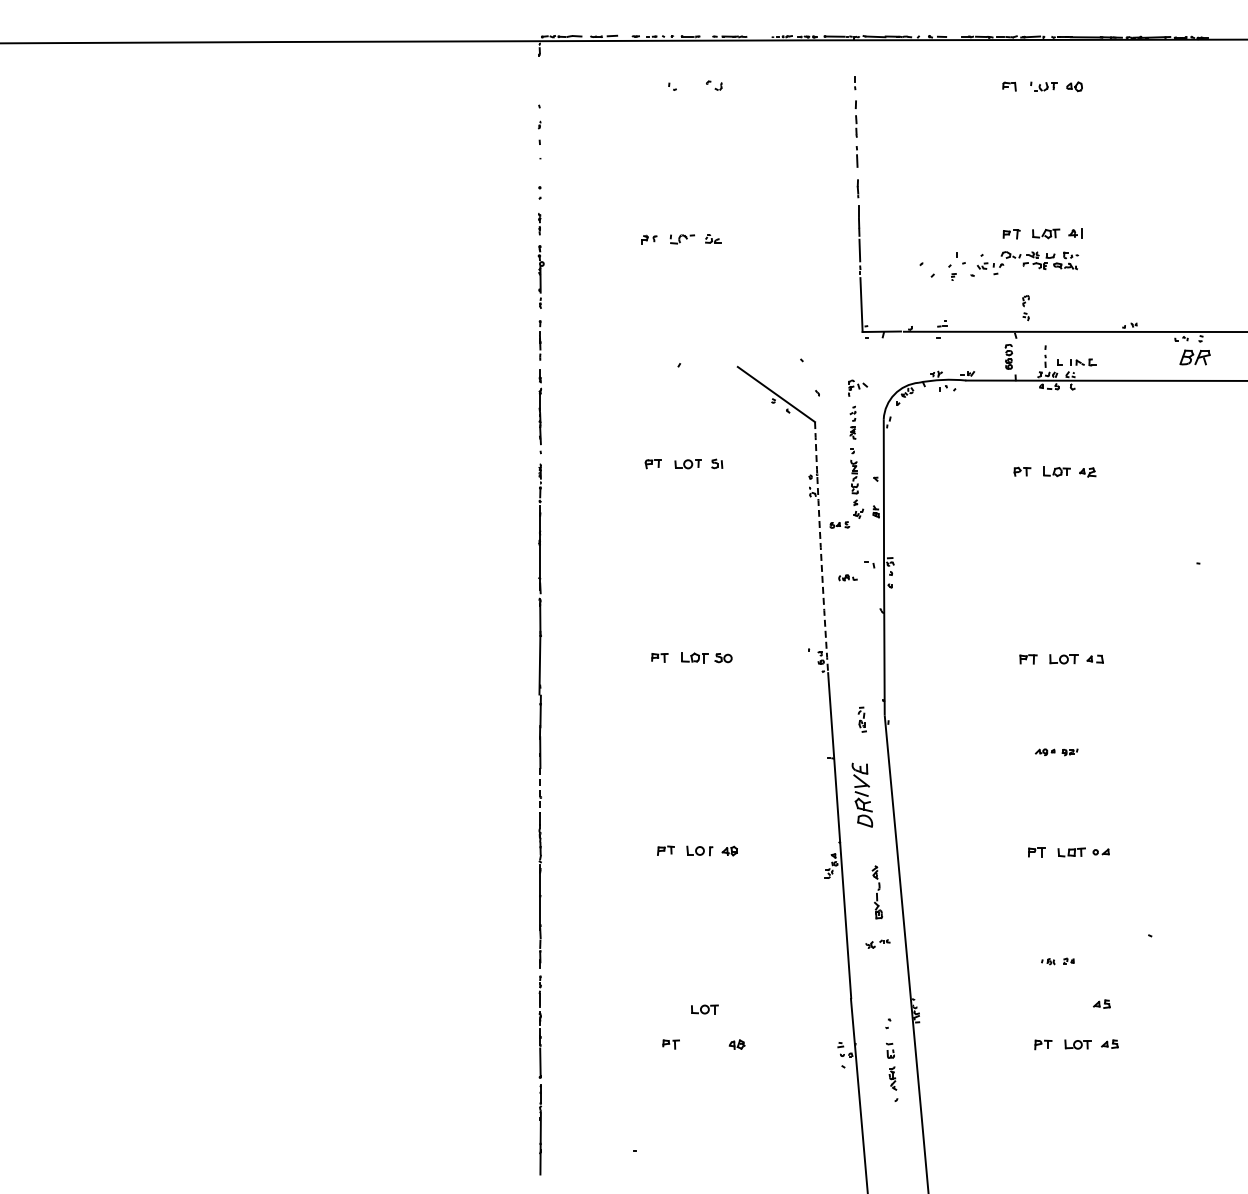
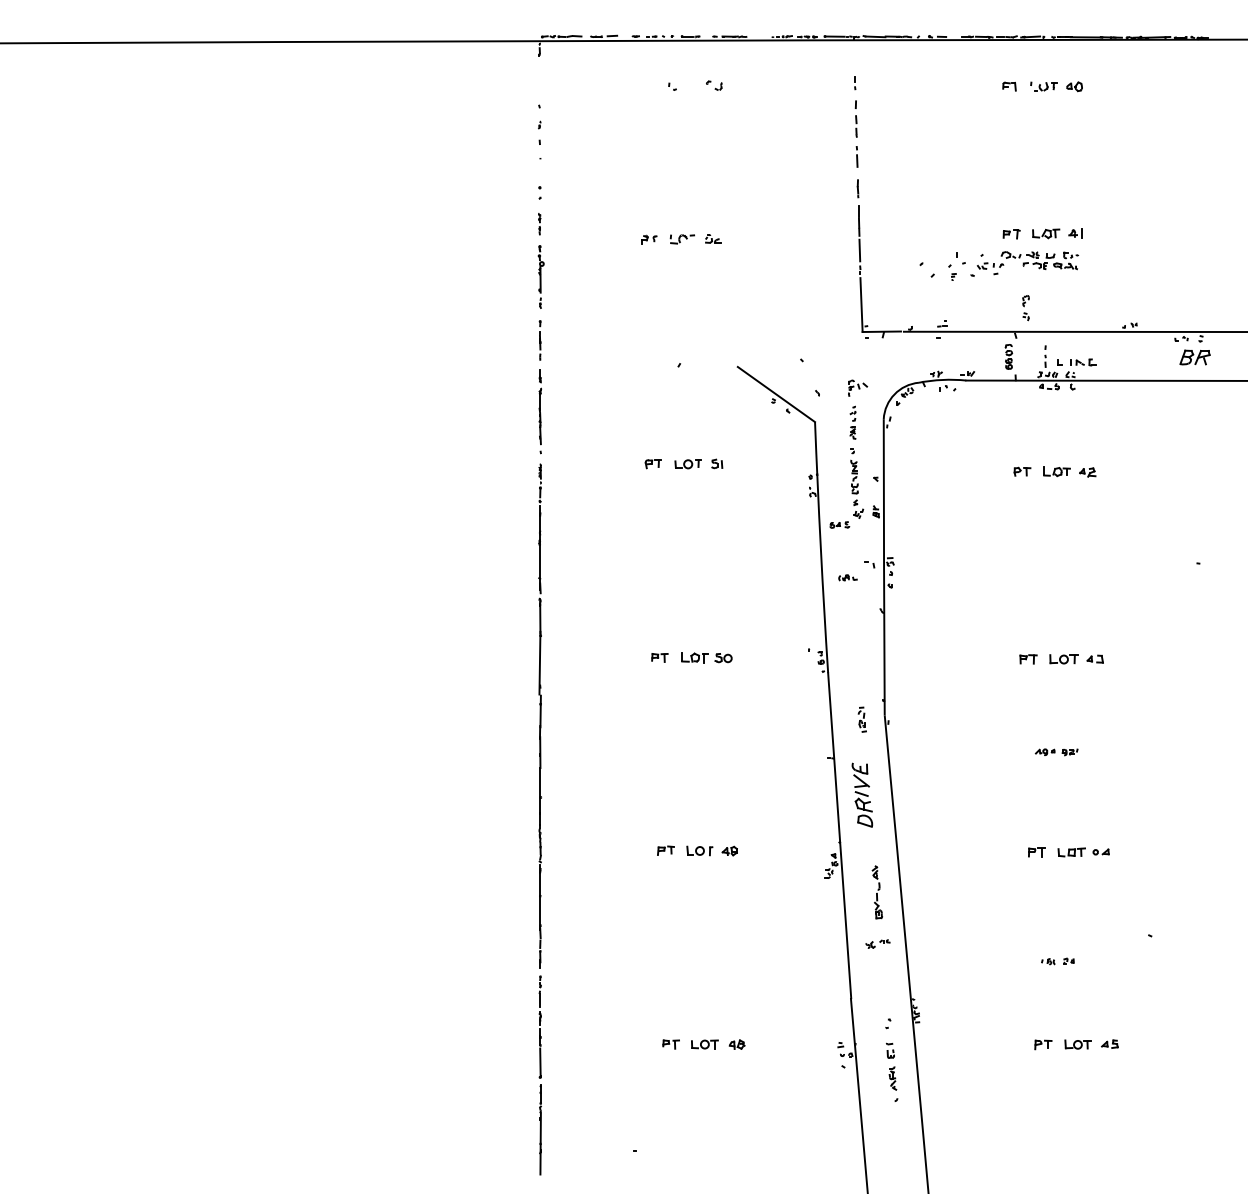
arc at (820, 547): dashed -> solid
line at (540, 791): dashed -> solid
part at (1101, 1003): present -> none
part at (704, 1009) position: (704, 1009) -> (704, 1044)
